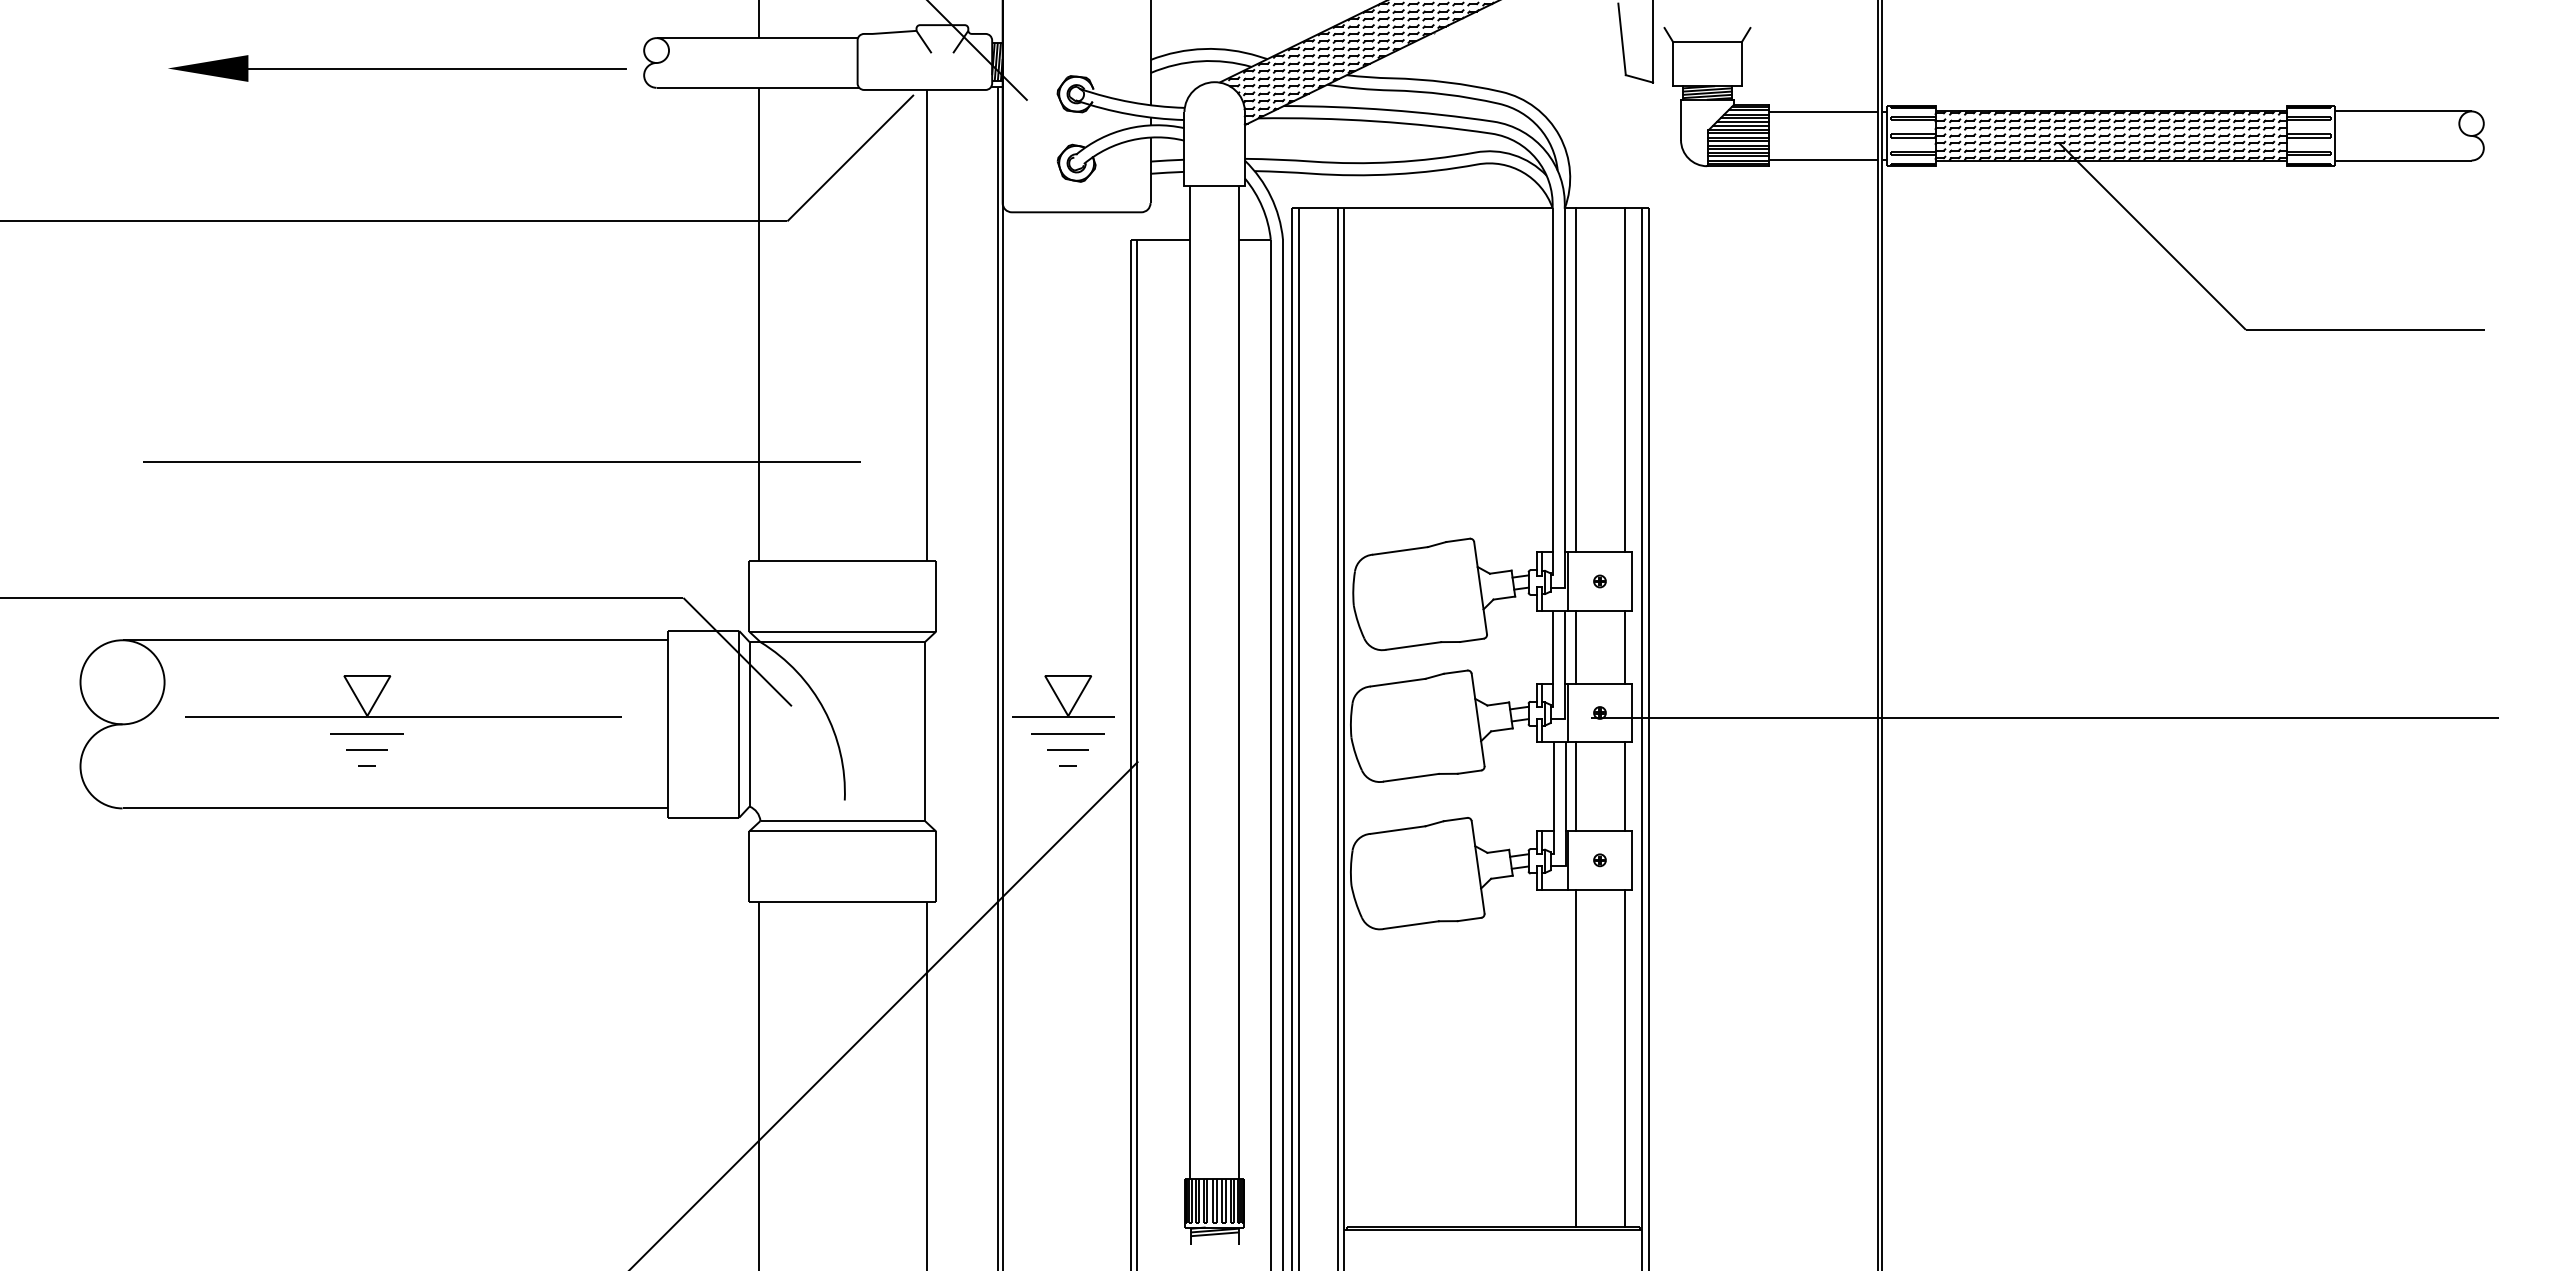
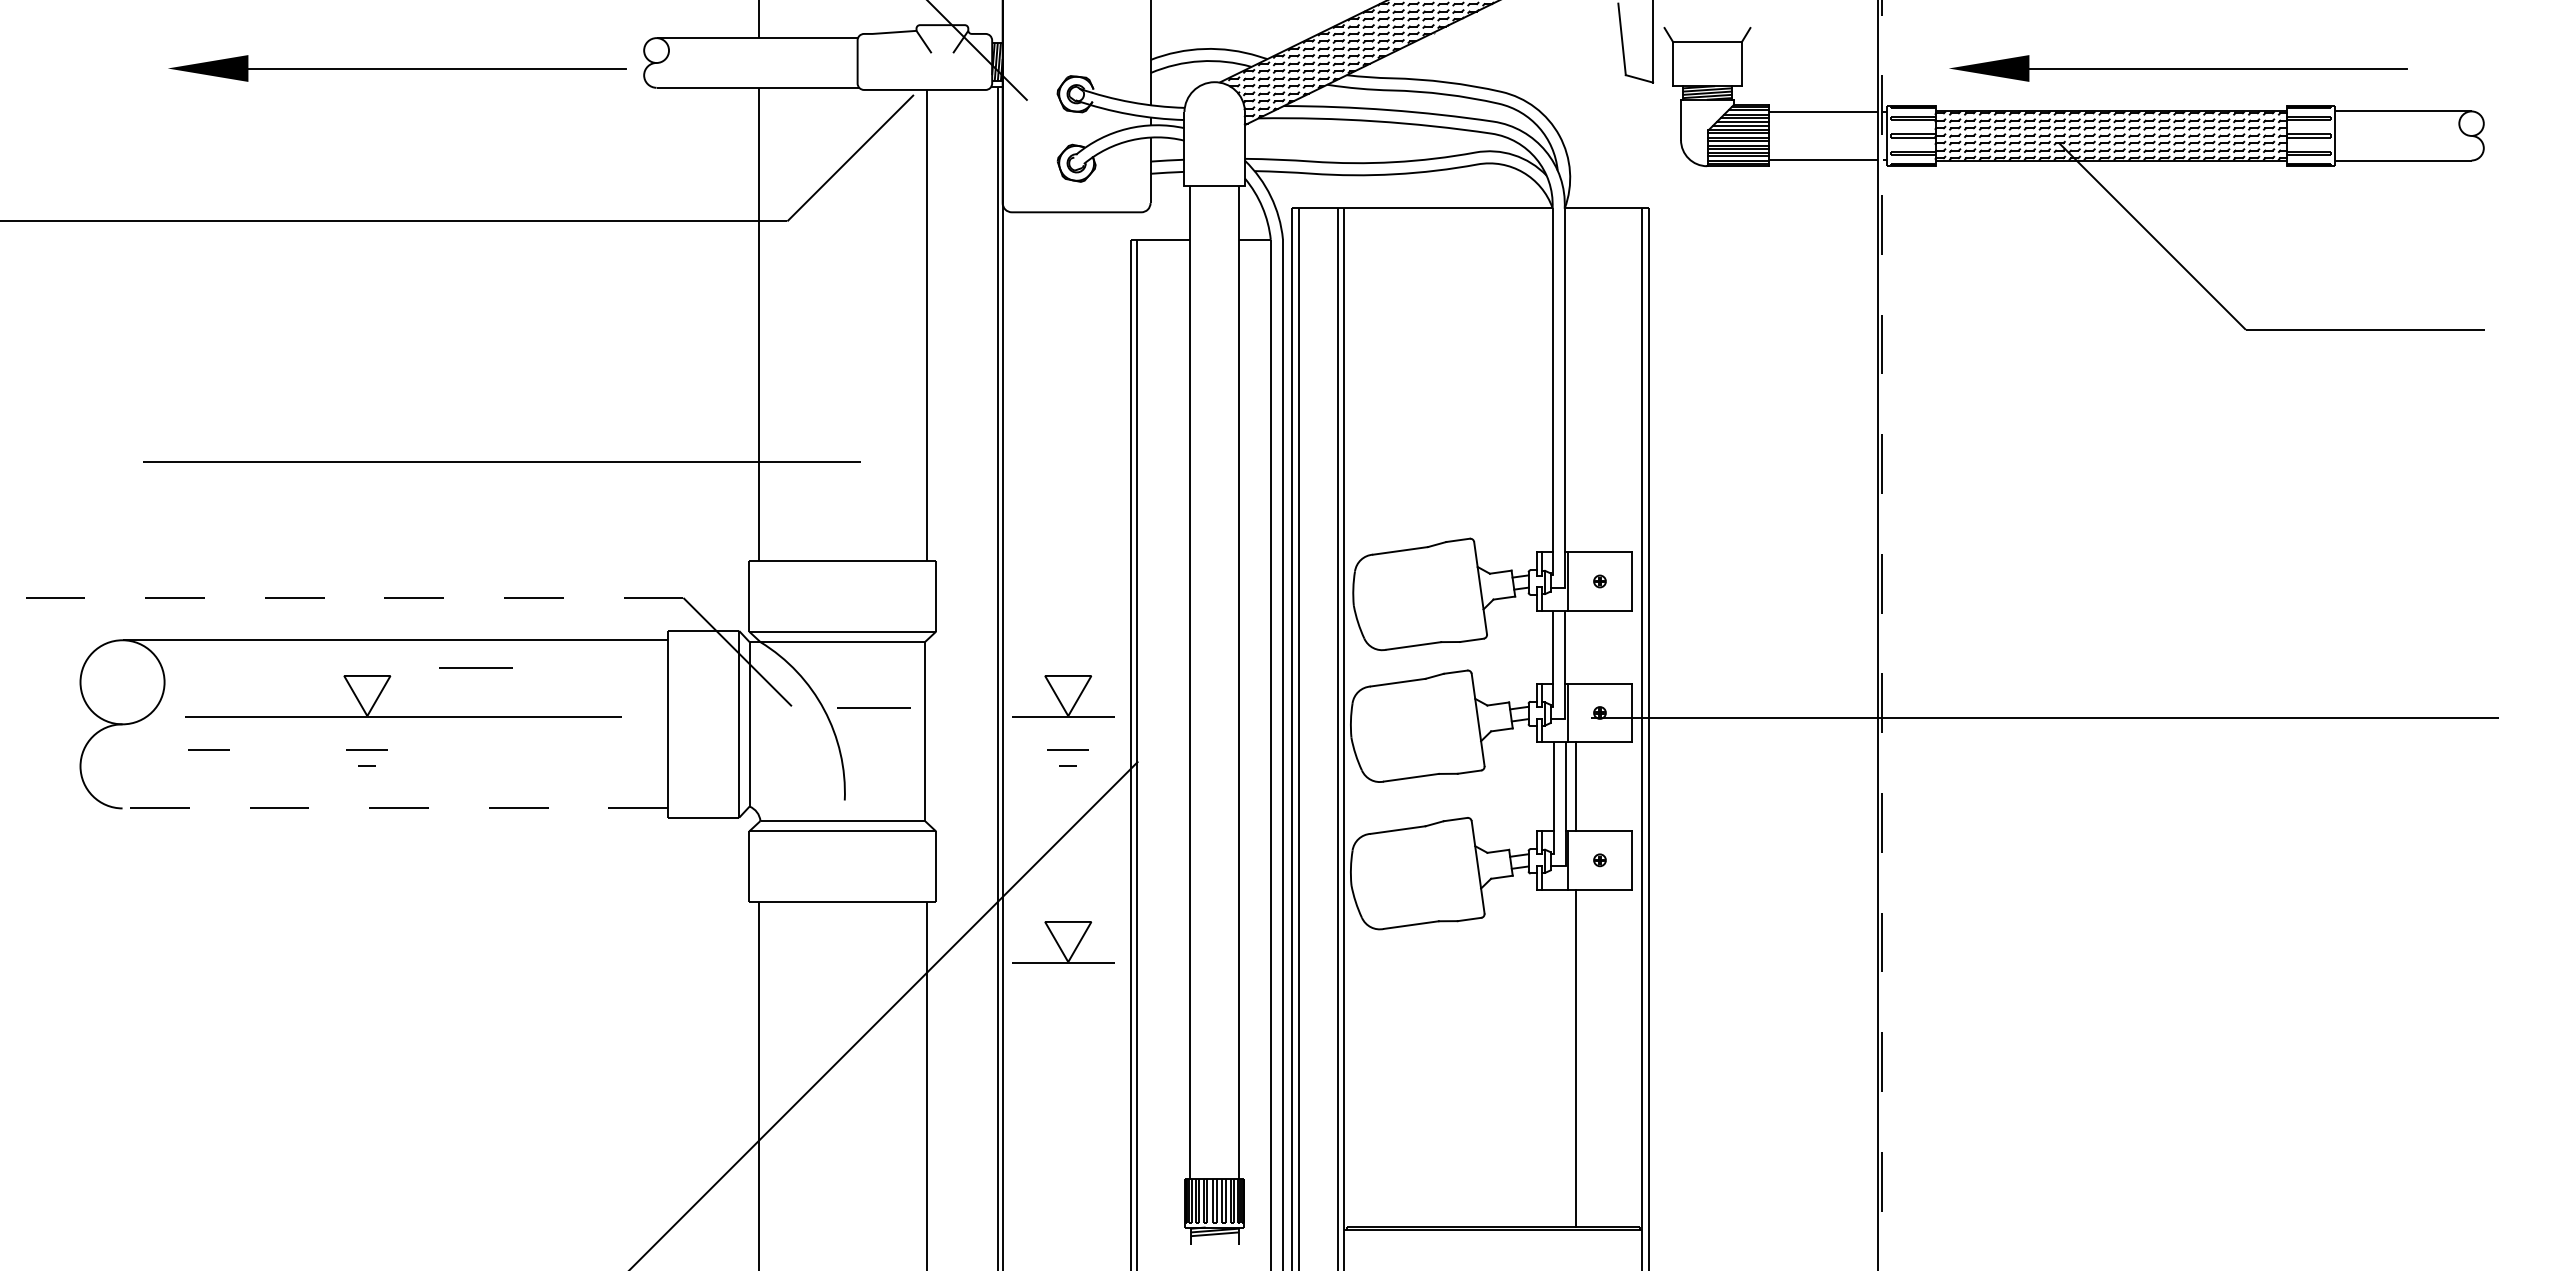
part at (2178, 68): none -> present
line at (1575, 380): present -> none
line at (1624, 380): present -> none
line at (341, 597): solid -> dashed
line at (1882, 635): solid -> dashed
line at (1575, 646): present -> none
line at (1624, 646): present -> none
line at (366, 733) position: (366, 733) -> (475, 667)
line at (1067, 733) position: (1067, 733) -> (873, 707)
line at (208, 749): none -> present
line at (1624, 786): present -> none
line at (395, 808): solid -> dashed
part at (1063, 942): none -> present
line at (1624, 1057): present -> none
